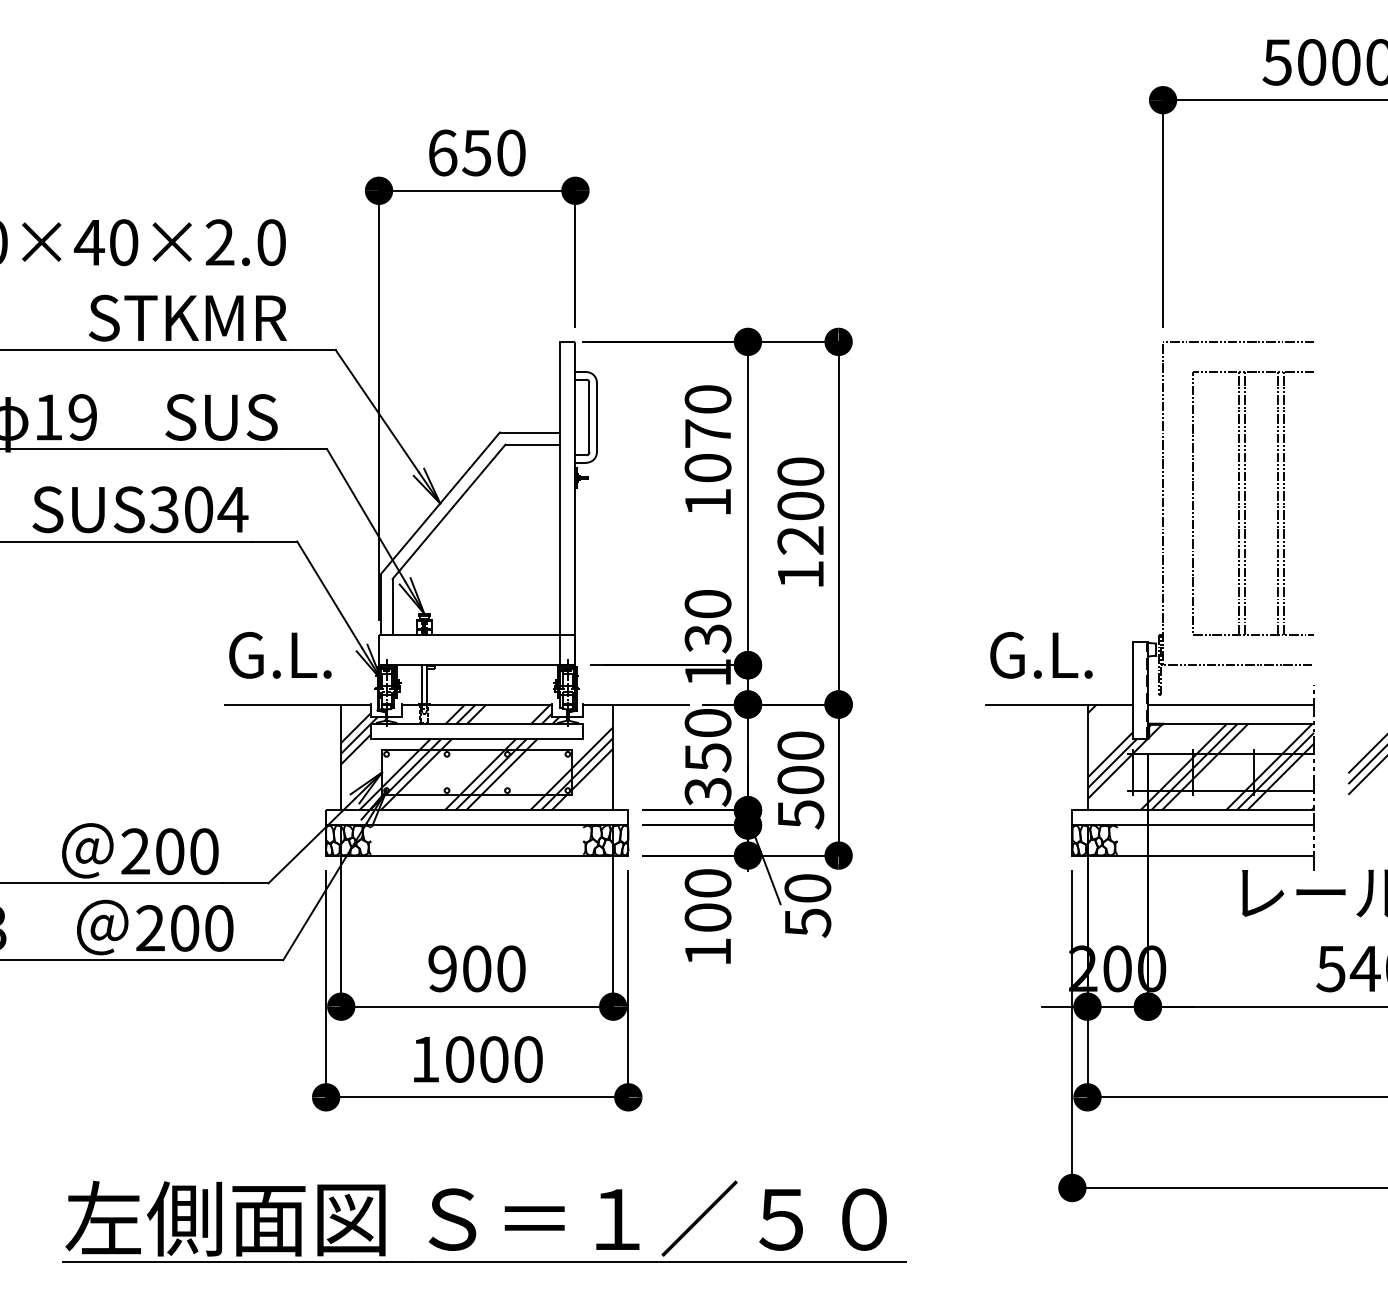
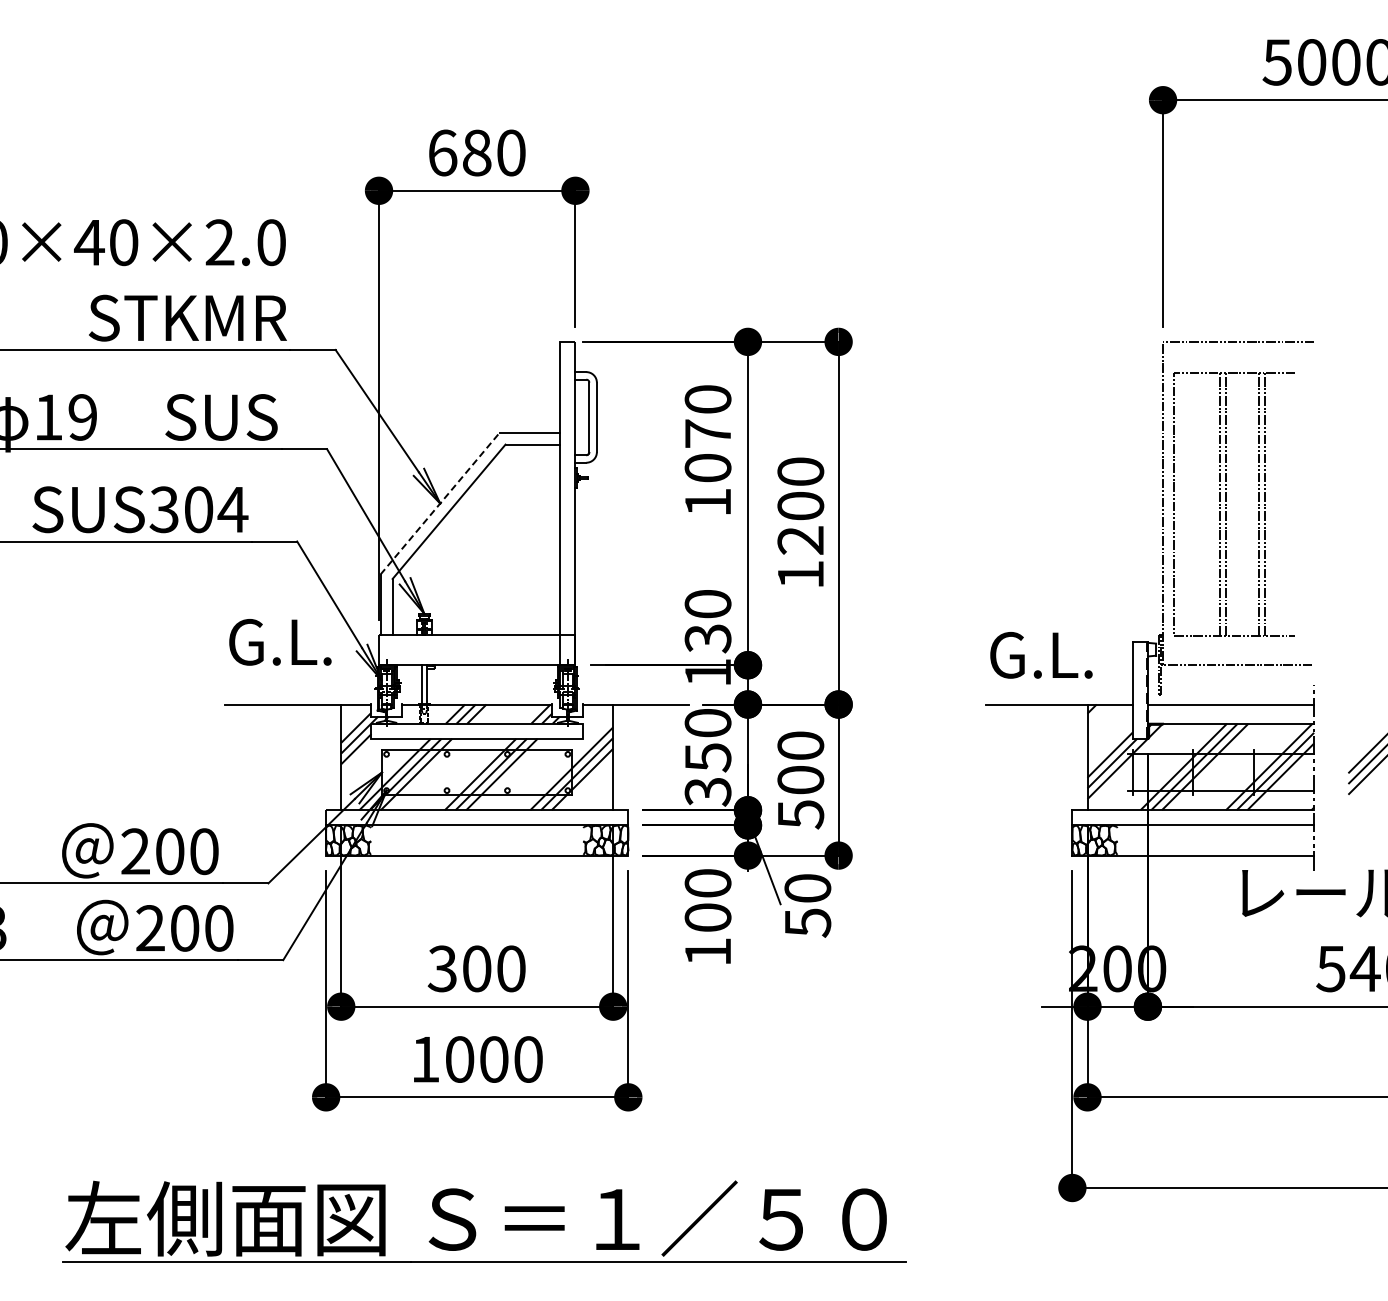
text at (476, 152): 650 -> 680
line at (440, 503): solid -> dashed
part at (1245, 503) position: (1245, 503) -> (1226, 504)
text at (280, 655) position: (280, 655) -> (280, 642)
text at (441, 968): 900 -> 300
